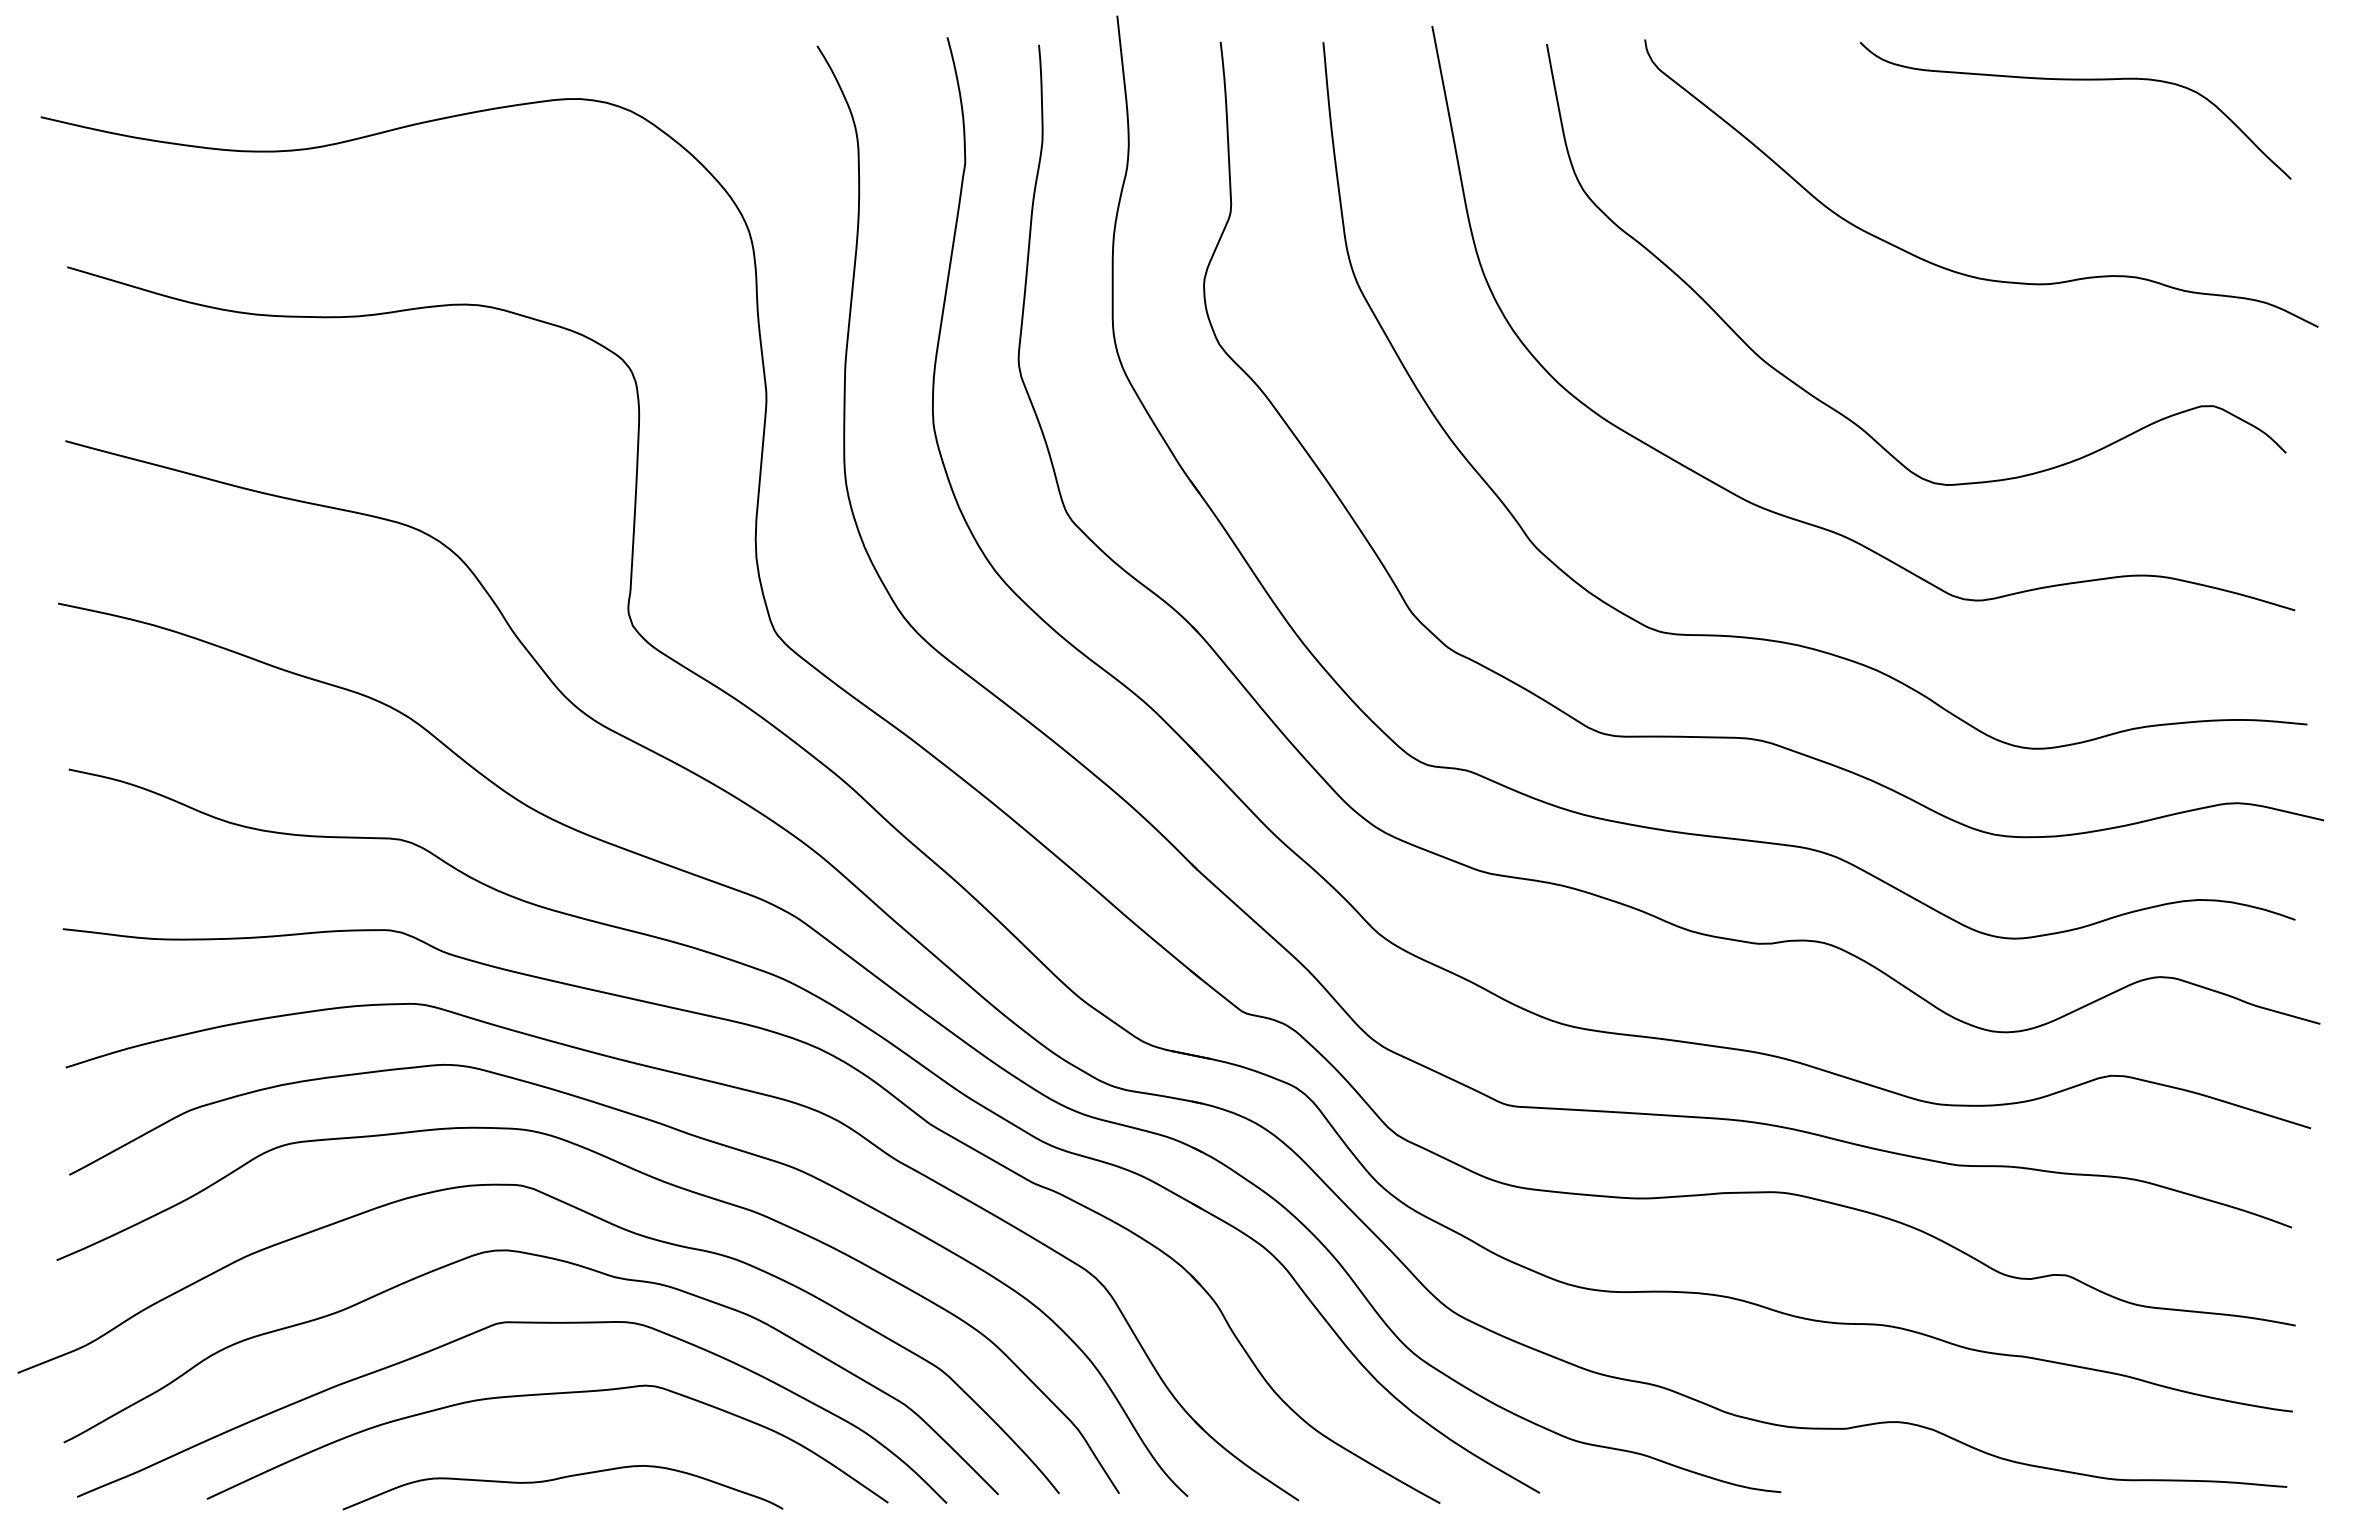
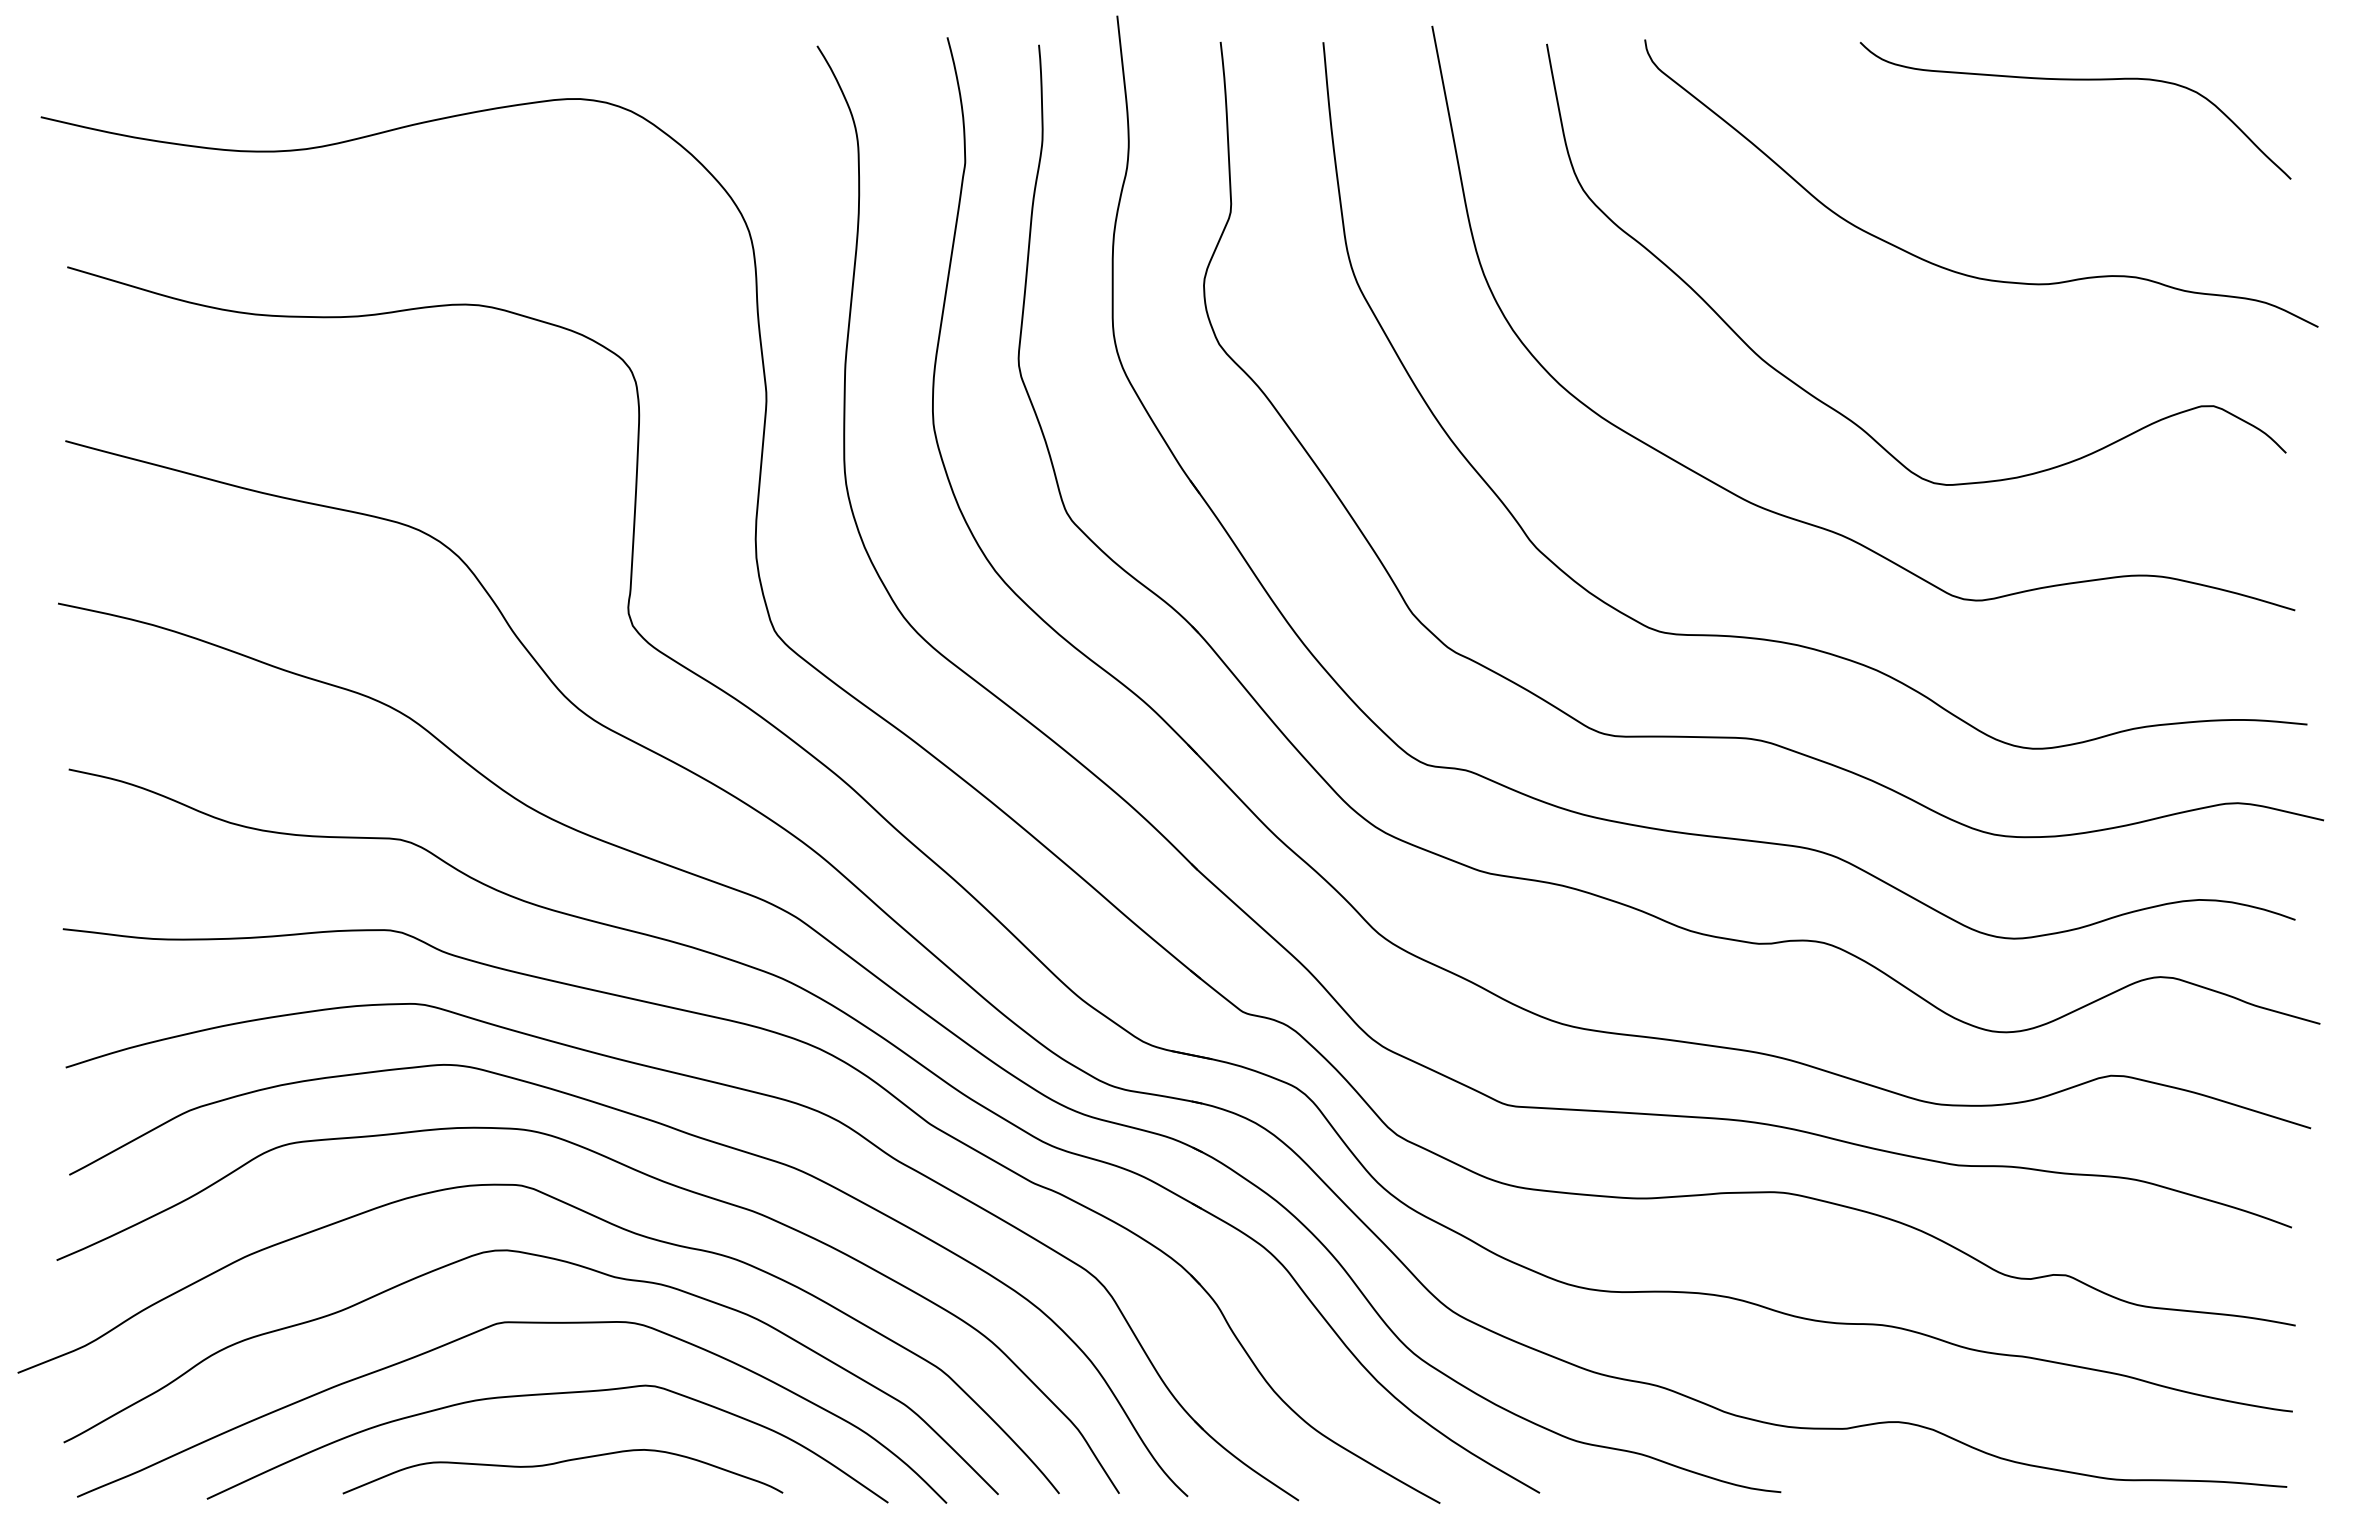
curve at (559, 1479) position: (559, 1479) -> (559, 1463)
